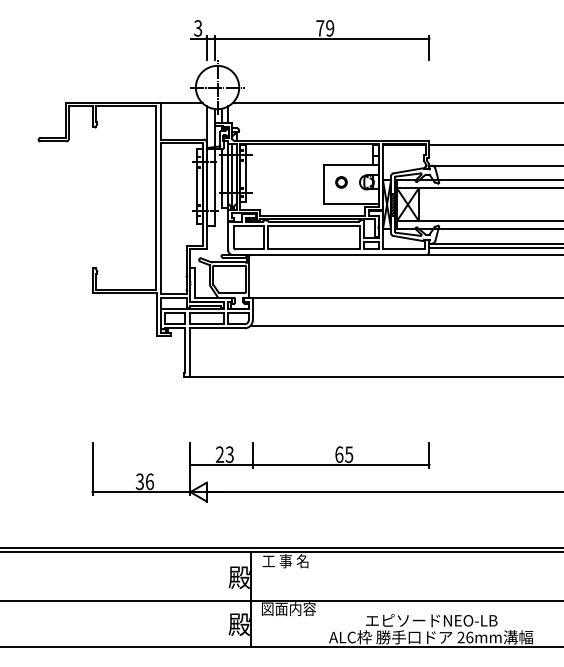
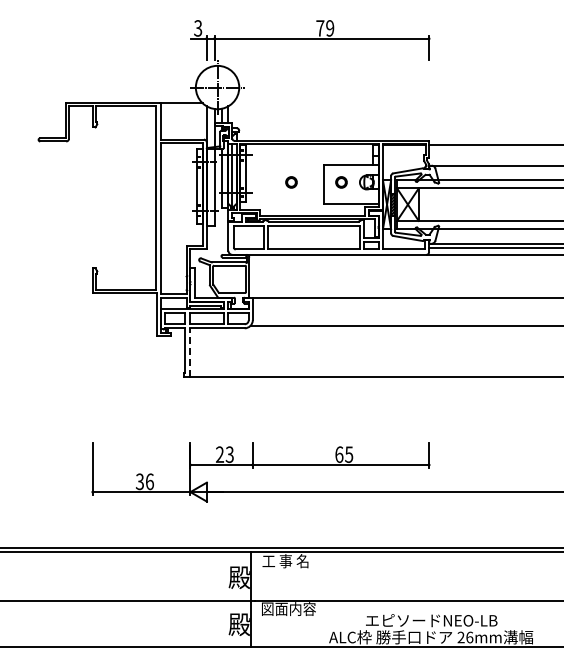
line at (396, 103): present -> none
circle at (291, 182): none -> present
line at (190, 352): solid -> dashed
